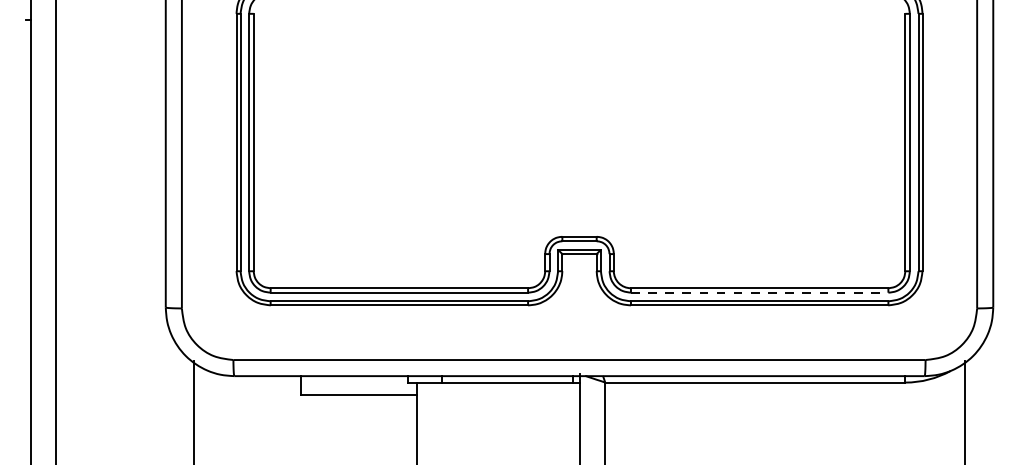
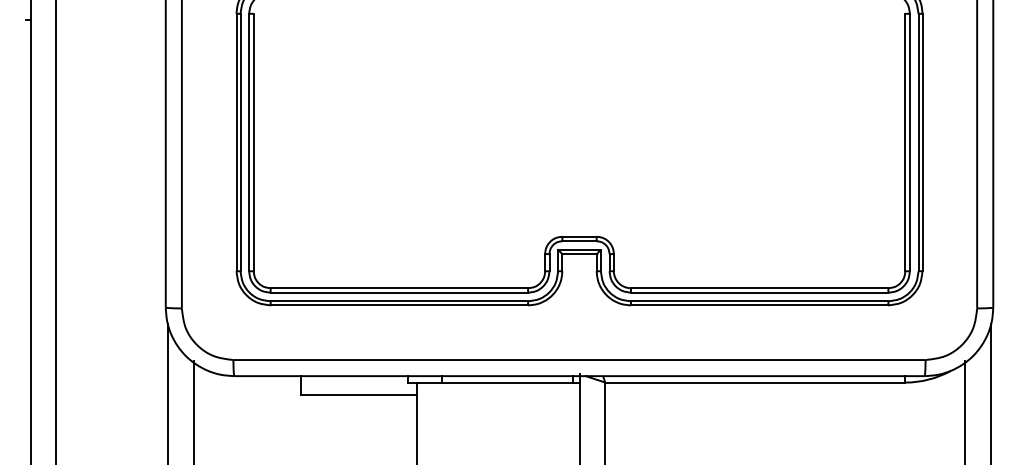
line at (759, 292): dashed -> solid
line at (167, 392): none -> present
line at (991, 392): none -> present
